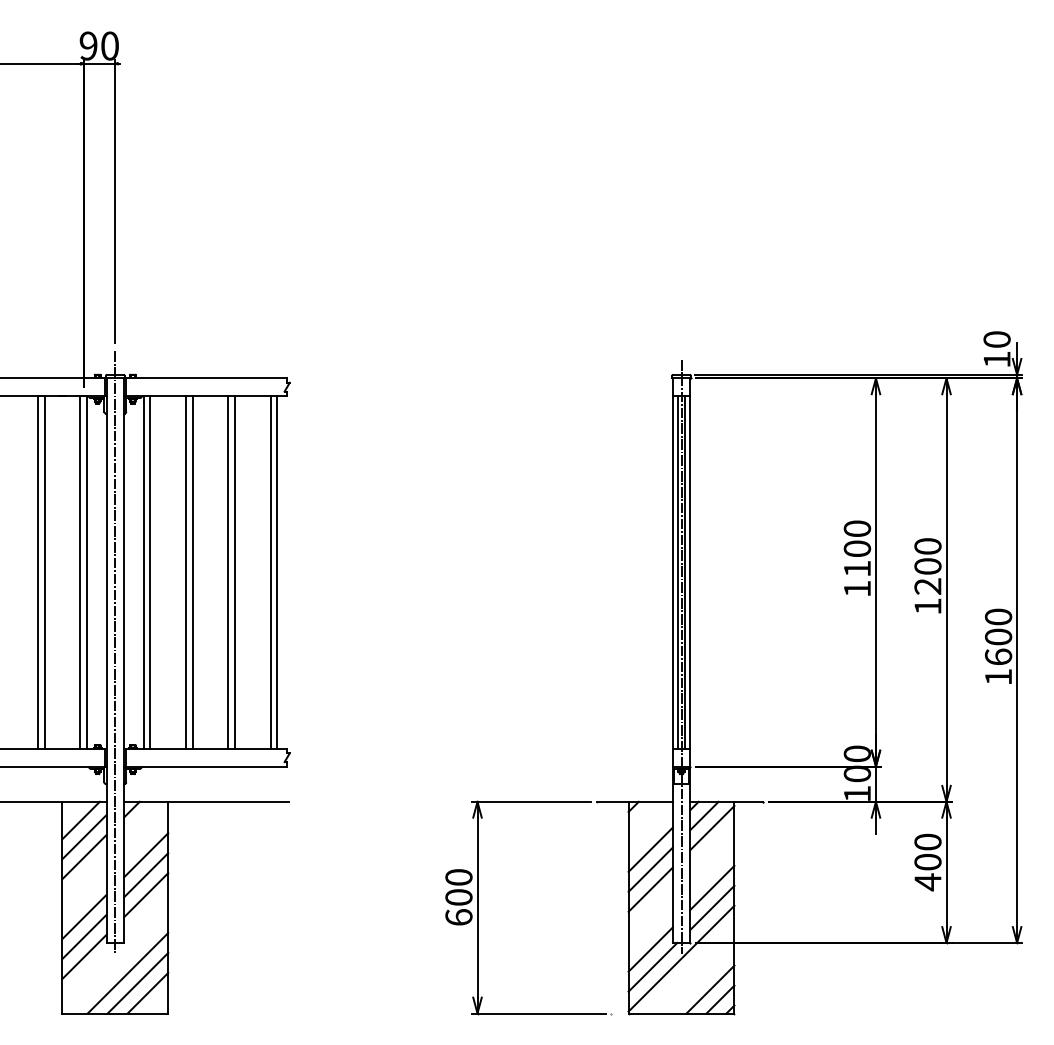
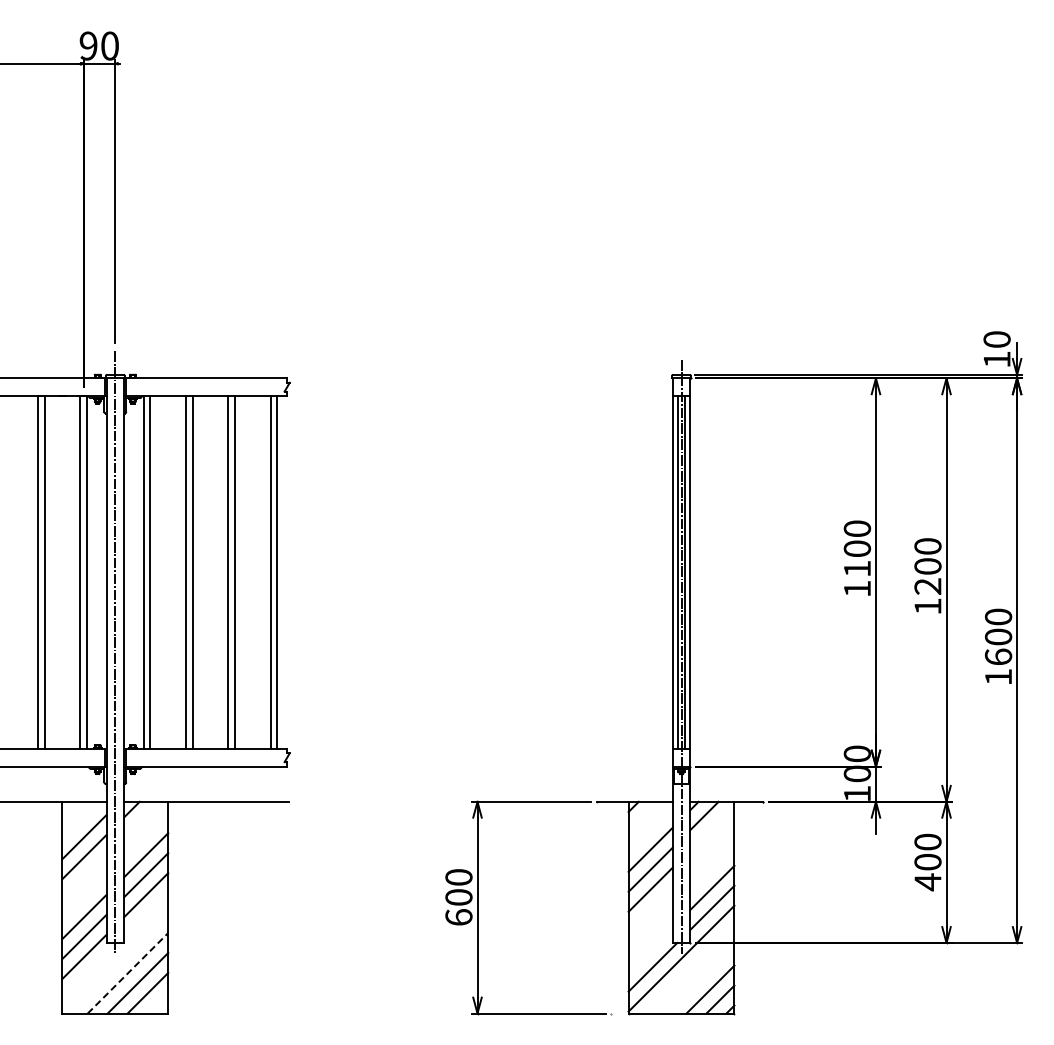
line at (80, 820): present -> none
line at (712, 827): present -> none
line at (650, 949): present -> none
line at (128, 973): solid -> dashed
